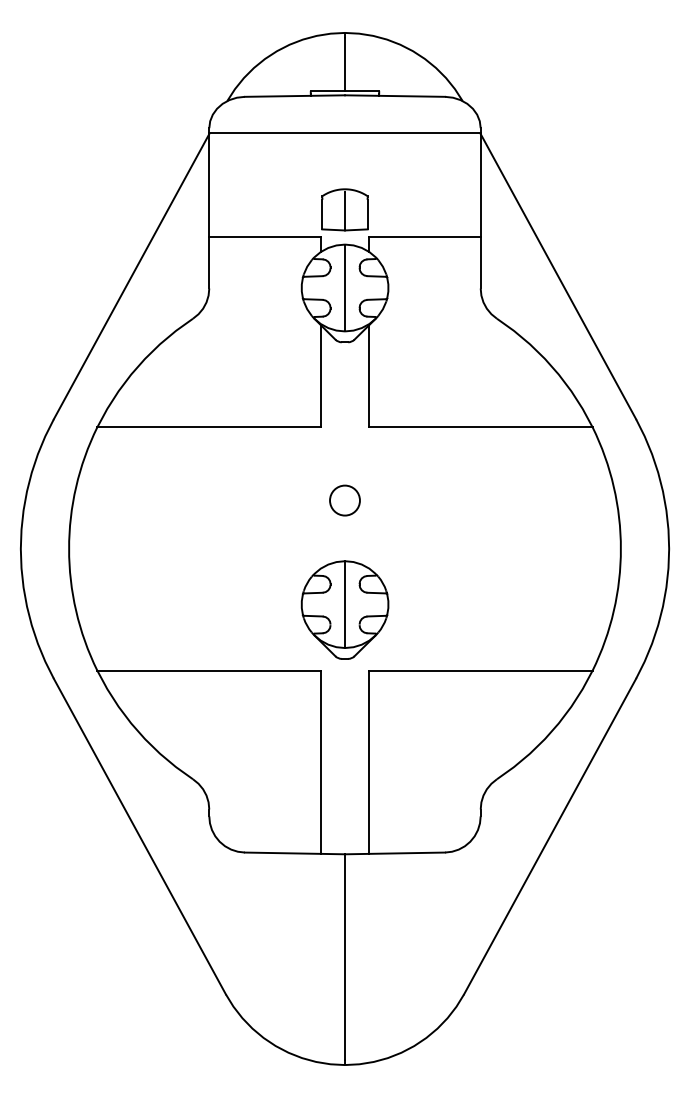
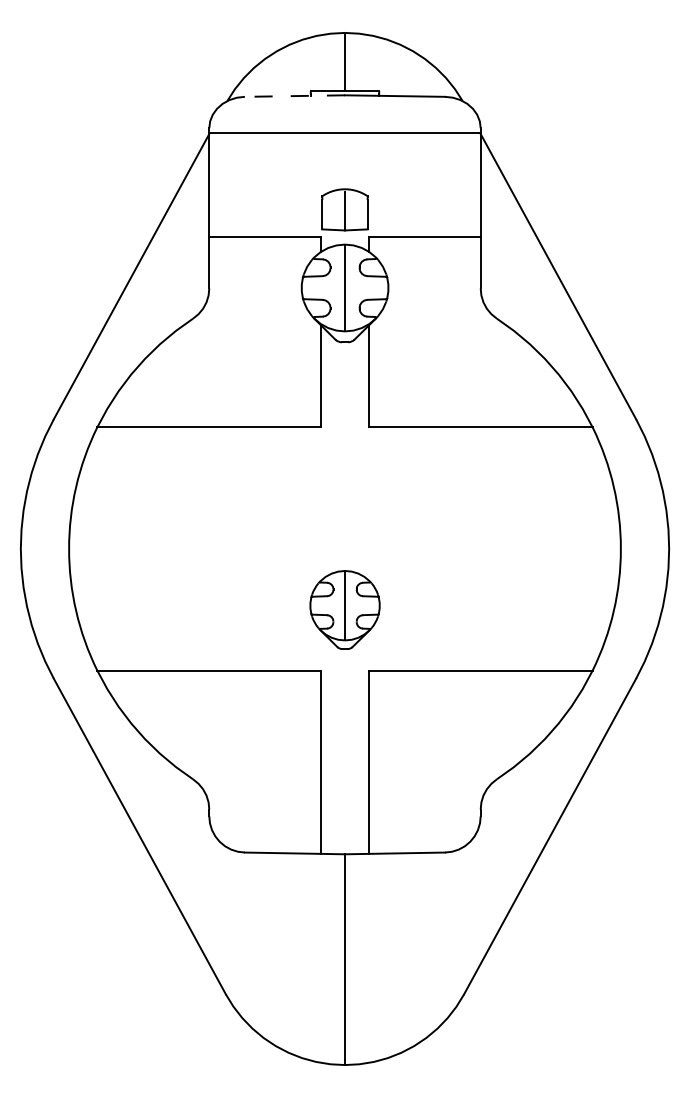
line at (294, 96): solid -> dashed
circle at (344, 500): present -> none
part at (344, 609) size: 90x100 px -> 72x80 px
